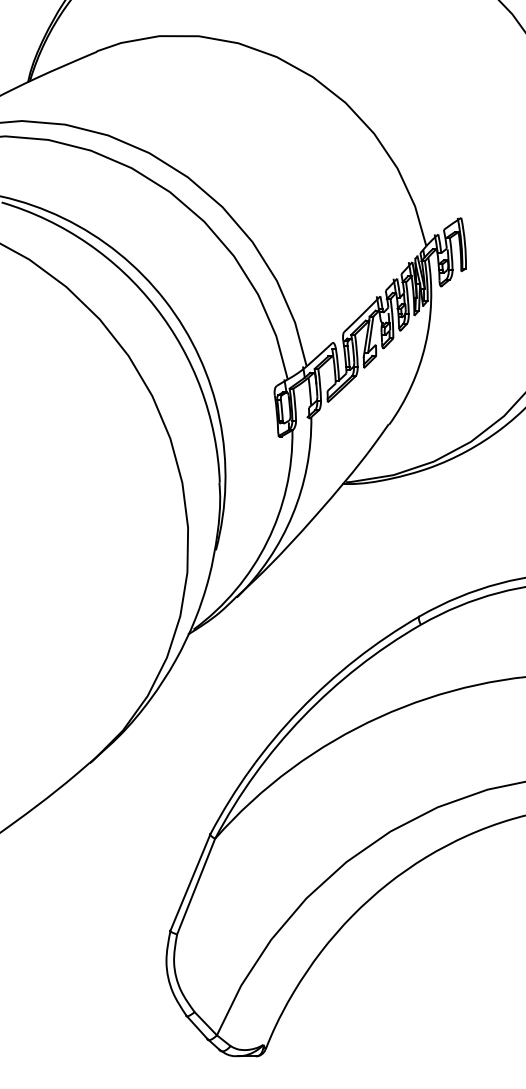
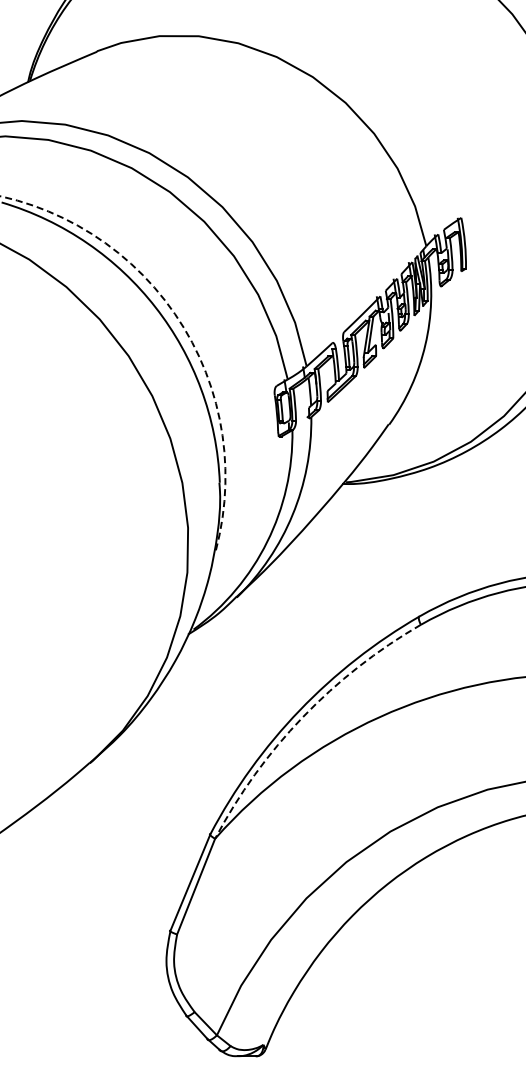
arc at (183, 327): solid -> dashed
arc at (302, 717): solid -> dashed
